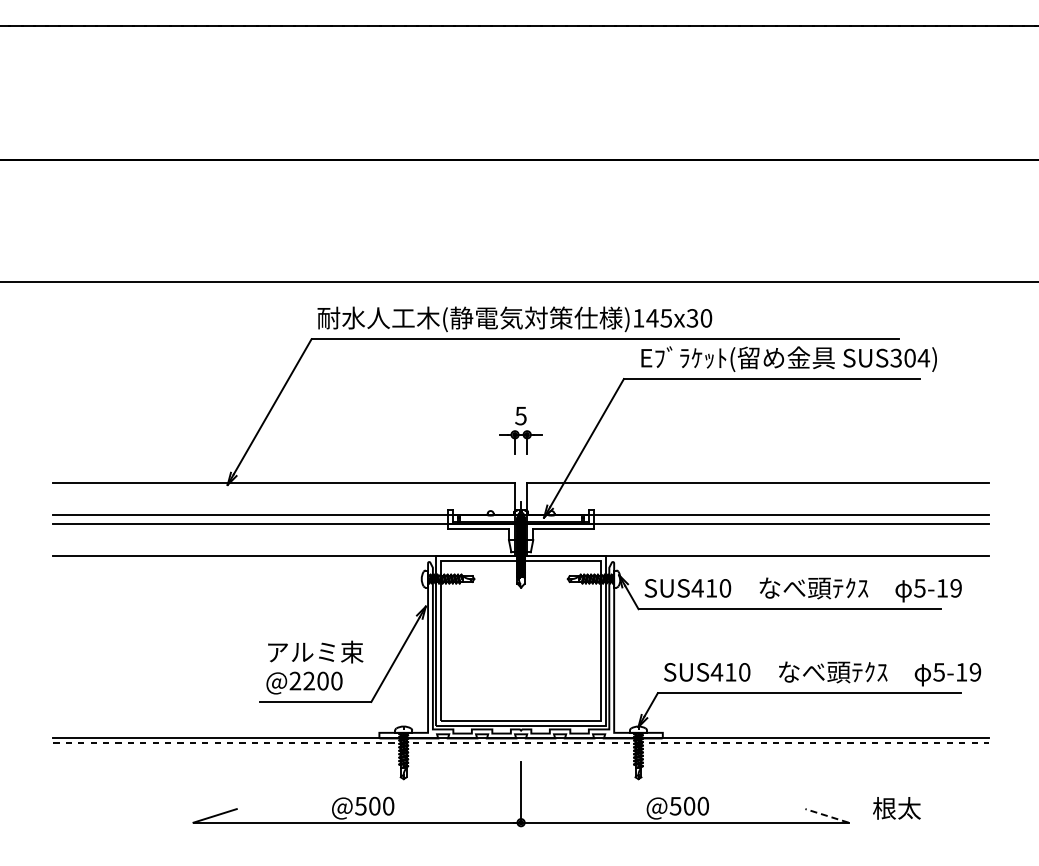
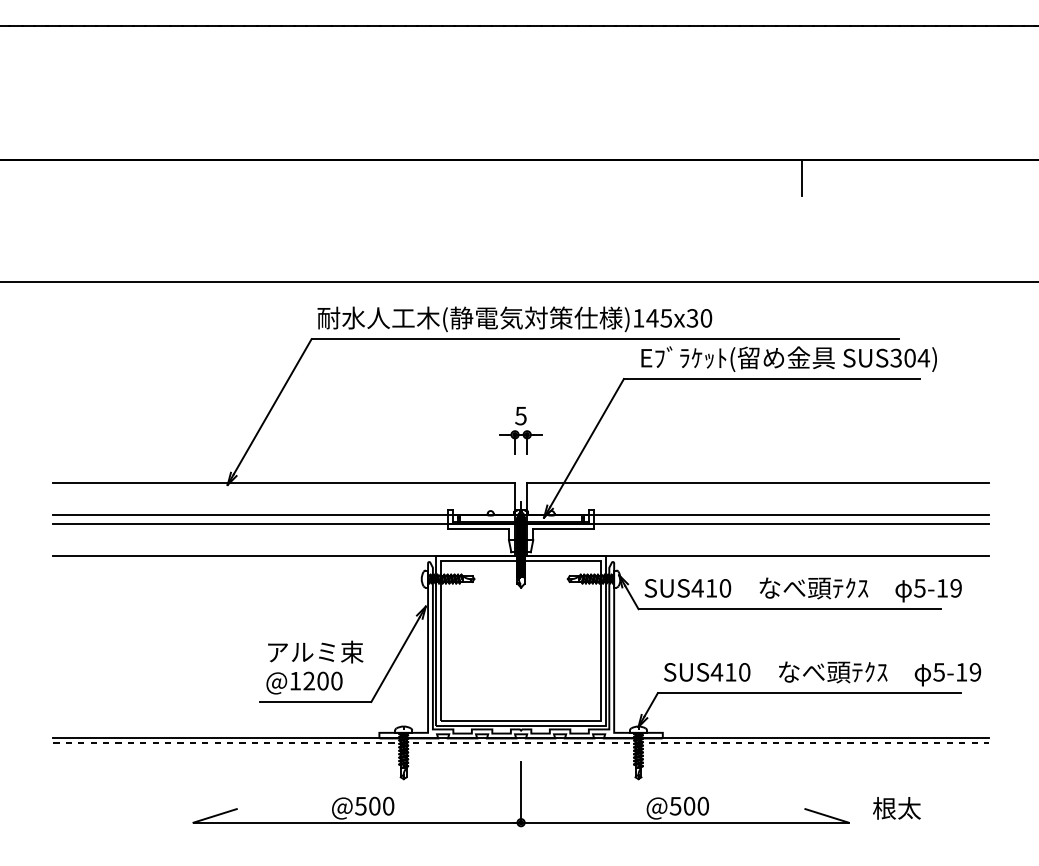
line at (802, 177): none -> present
text at (295, 680): @2200 -> @1200
line at (827, 815): dashed -> solid
